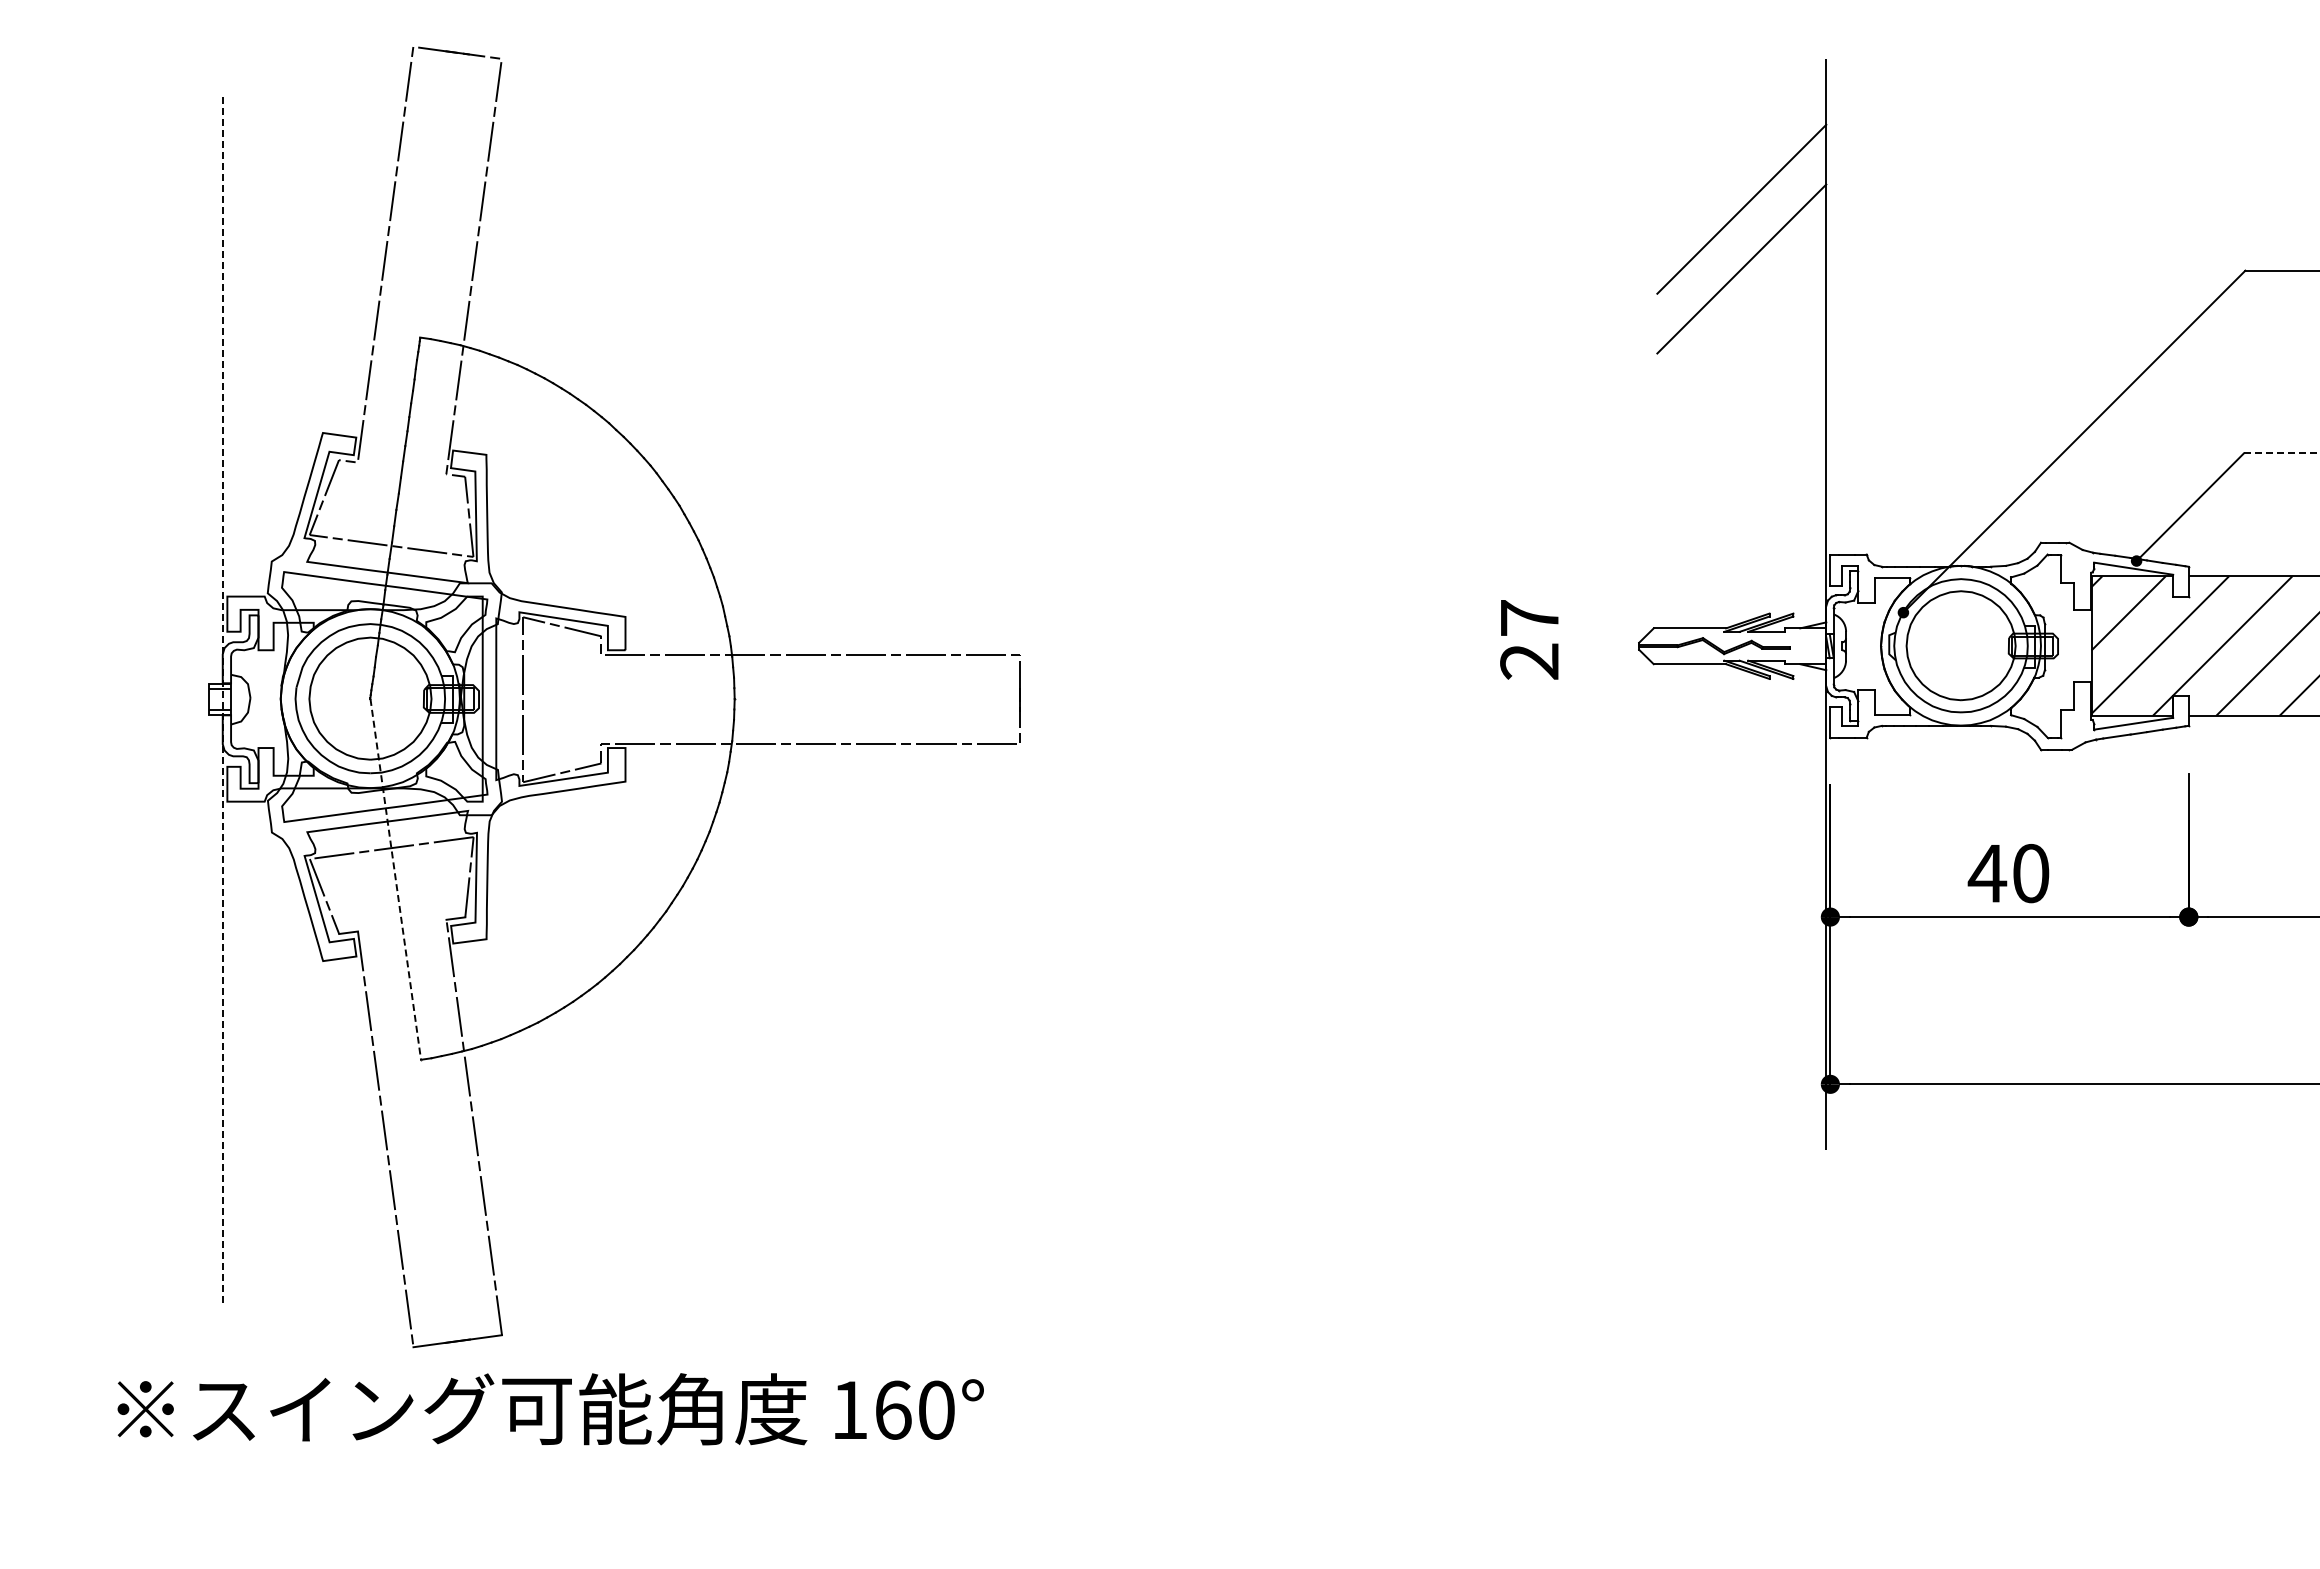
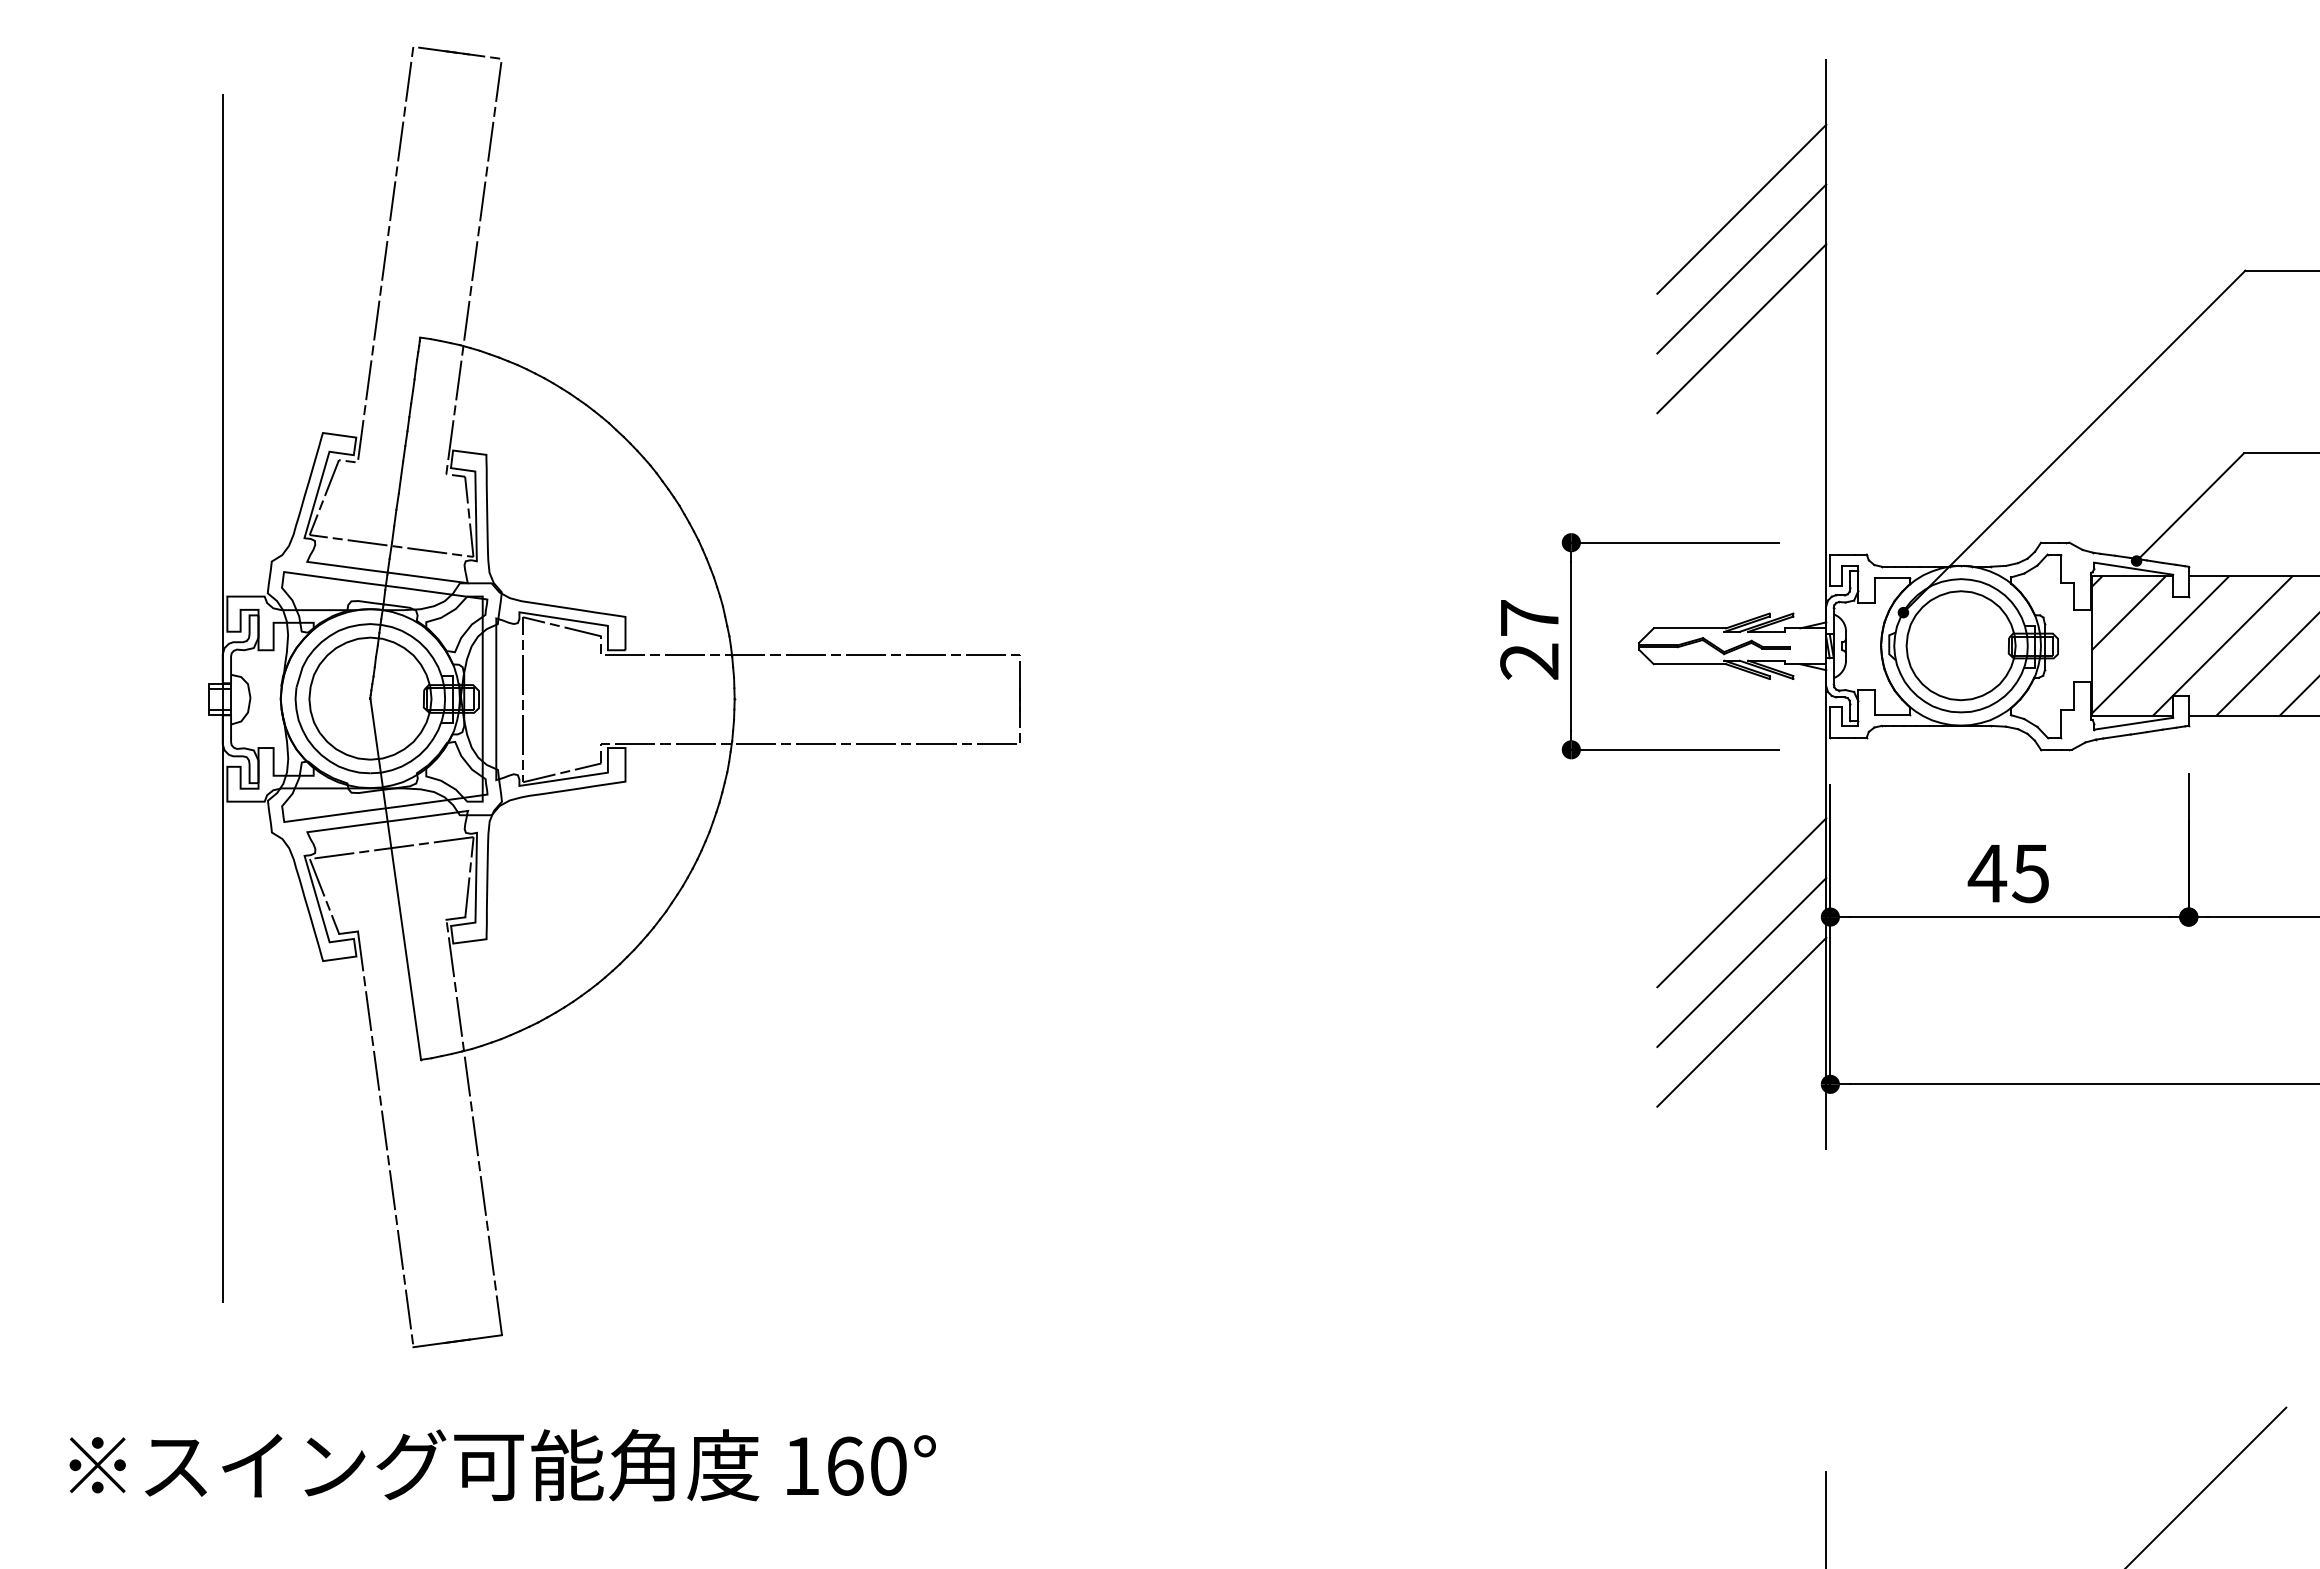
line at (1741, 328): none -> present
line at (2281, 453): dashed -> solid
part at (1571, 646): none -> present
line at (222, 698): dashed -> solid
text at (2030, 873): 40 -> 45
line at (395, 879): dashed -> solid
line at (1741, 902): none -> present
line at (1741, 962): none -> present
line at (1741, 1021): none -> present
text at (550, 1409) position: (550, 1409) -> (502, 1465)
line at (2207, 1486): none -> present
line at (1826, 1518): none -> present
